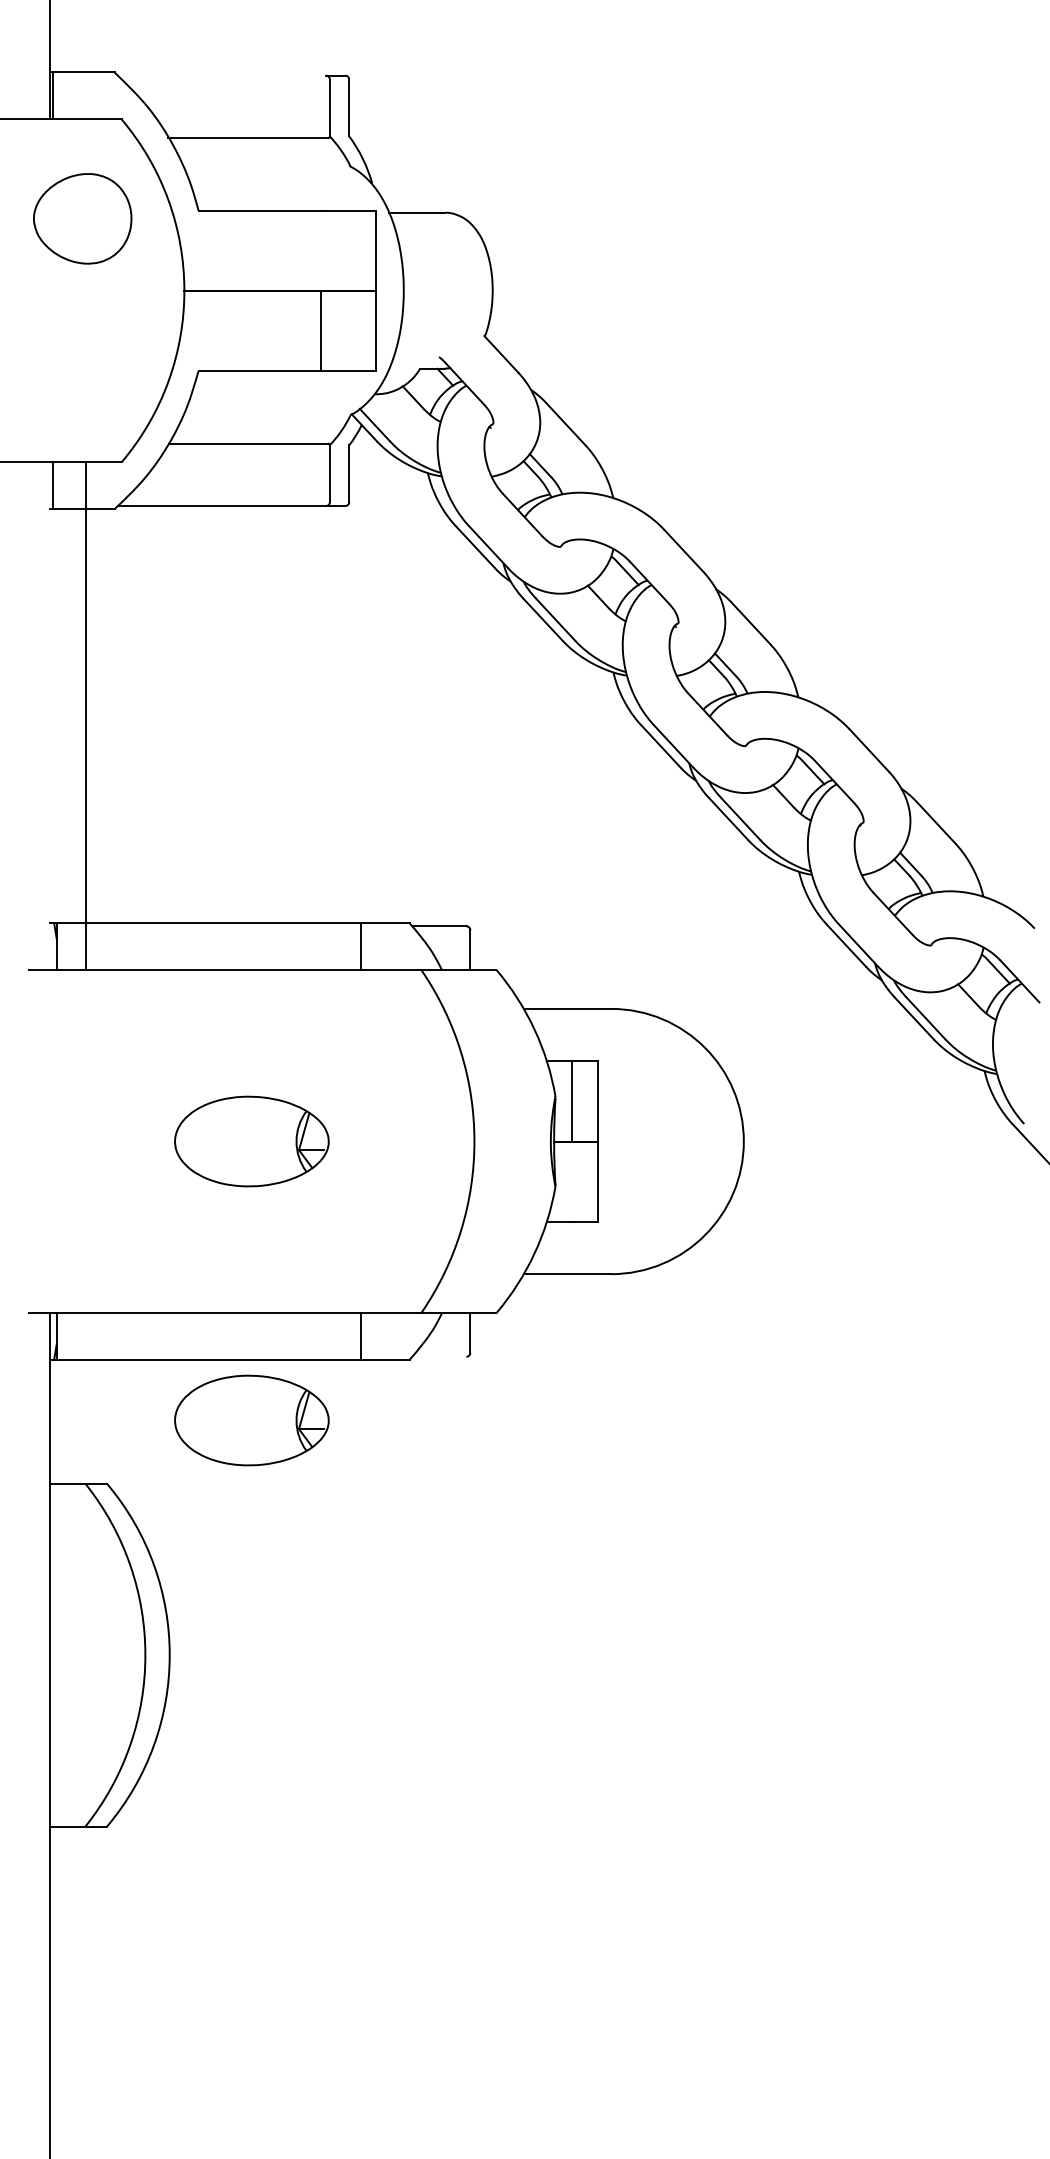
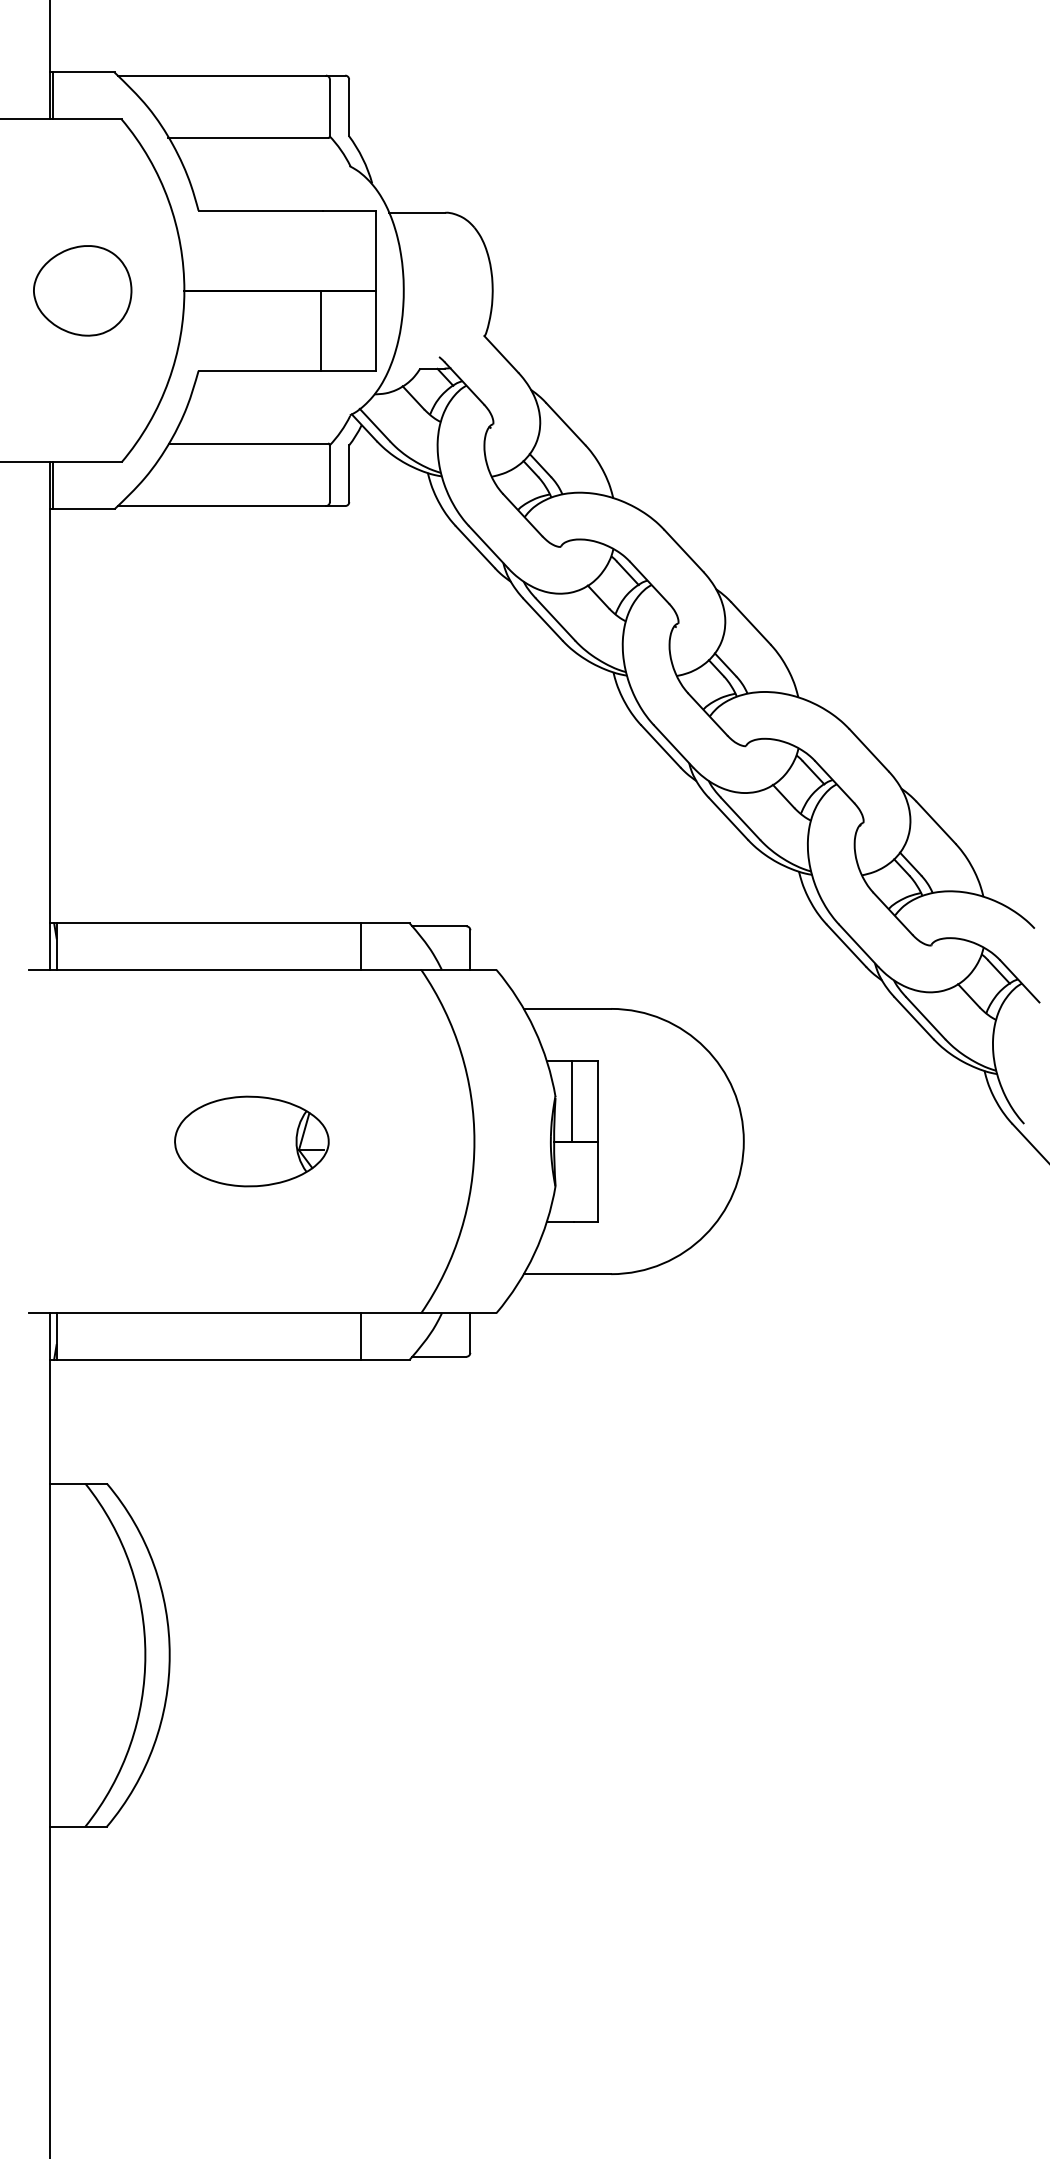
line at (221, 75): none -> present
part at (82, 218) position: (82, 218) -> (82, 290)
line at (86, 715) position: (86, 715) -> (50, 715)
line at (438, 1356): none -> present
part at (251, 1420): present -> none
